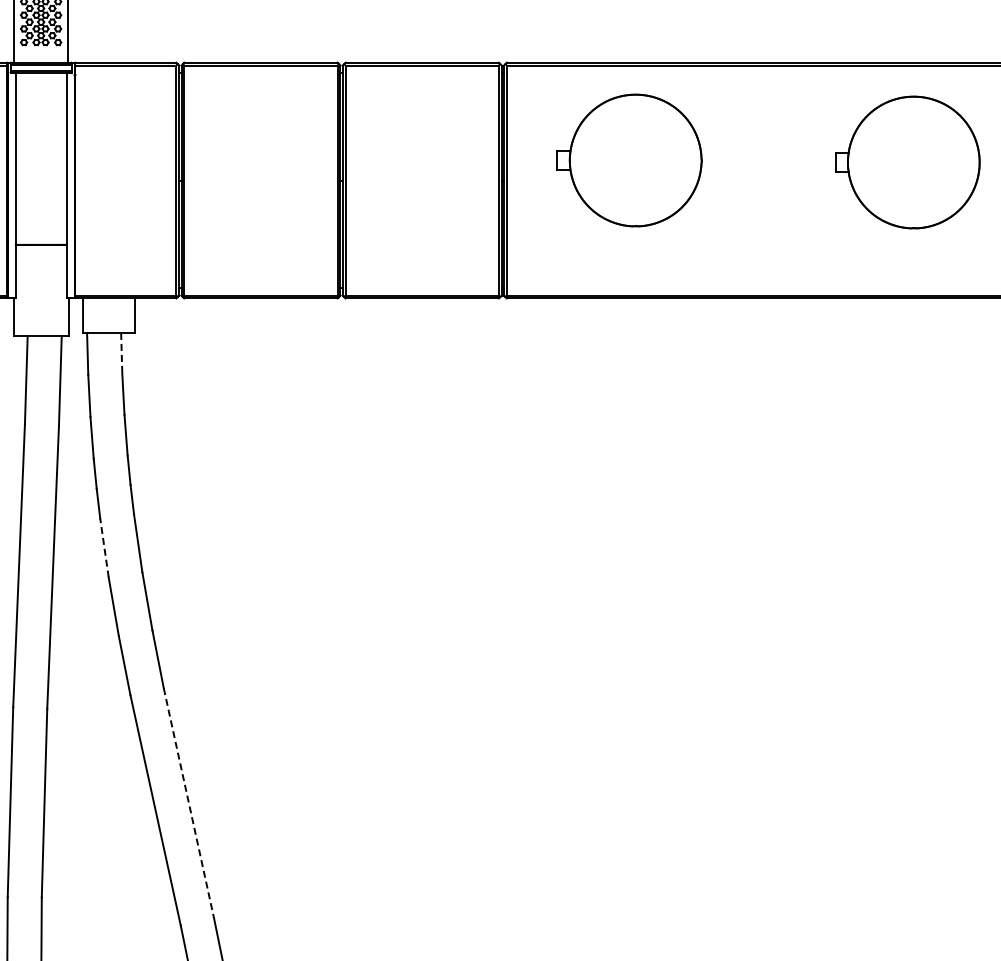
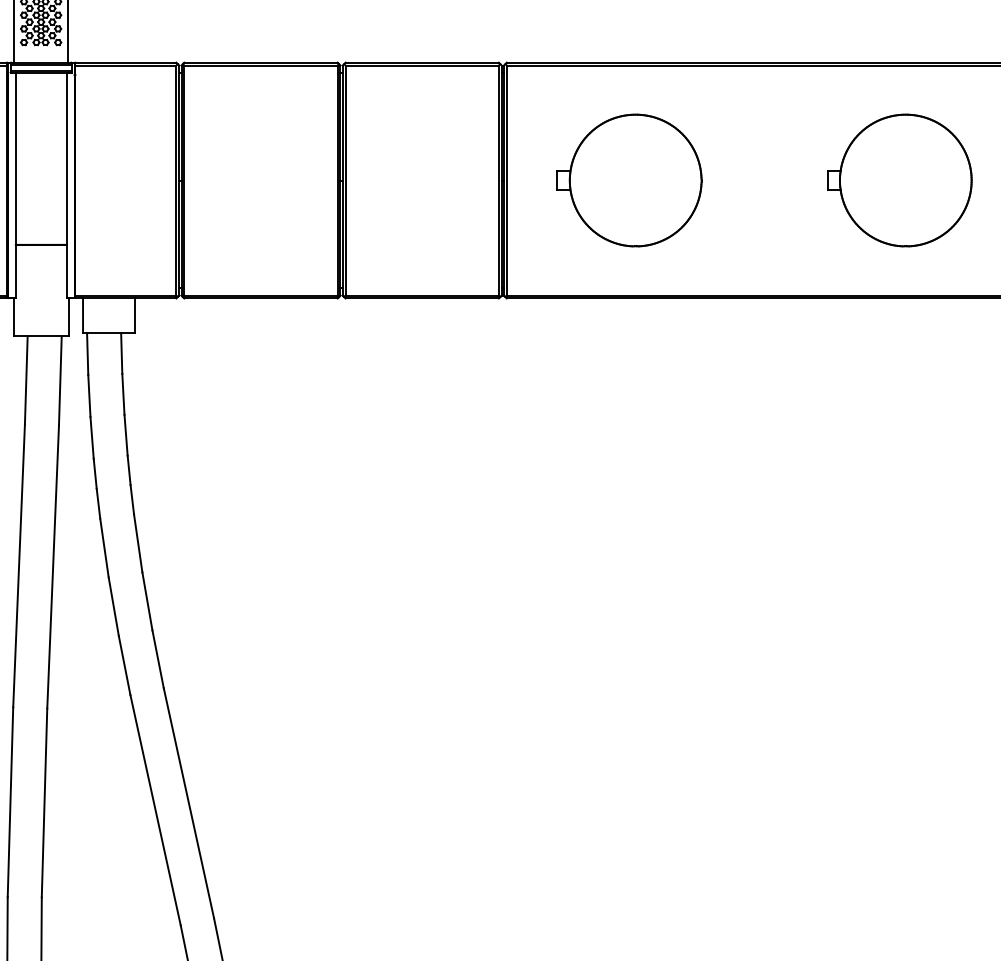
part at (629, 160) position: (629, 160) -> (629, 180)
part at (907, 162) position: (907, 162) -> (899, 180)
line at (121, 353): dashed -> solid
line at (104, 548): dashed -> solid
line at (188, 803): dashed -> solid
